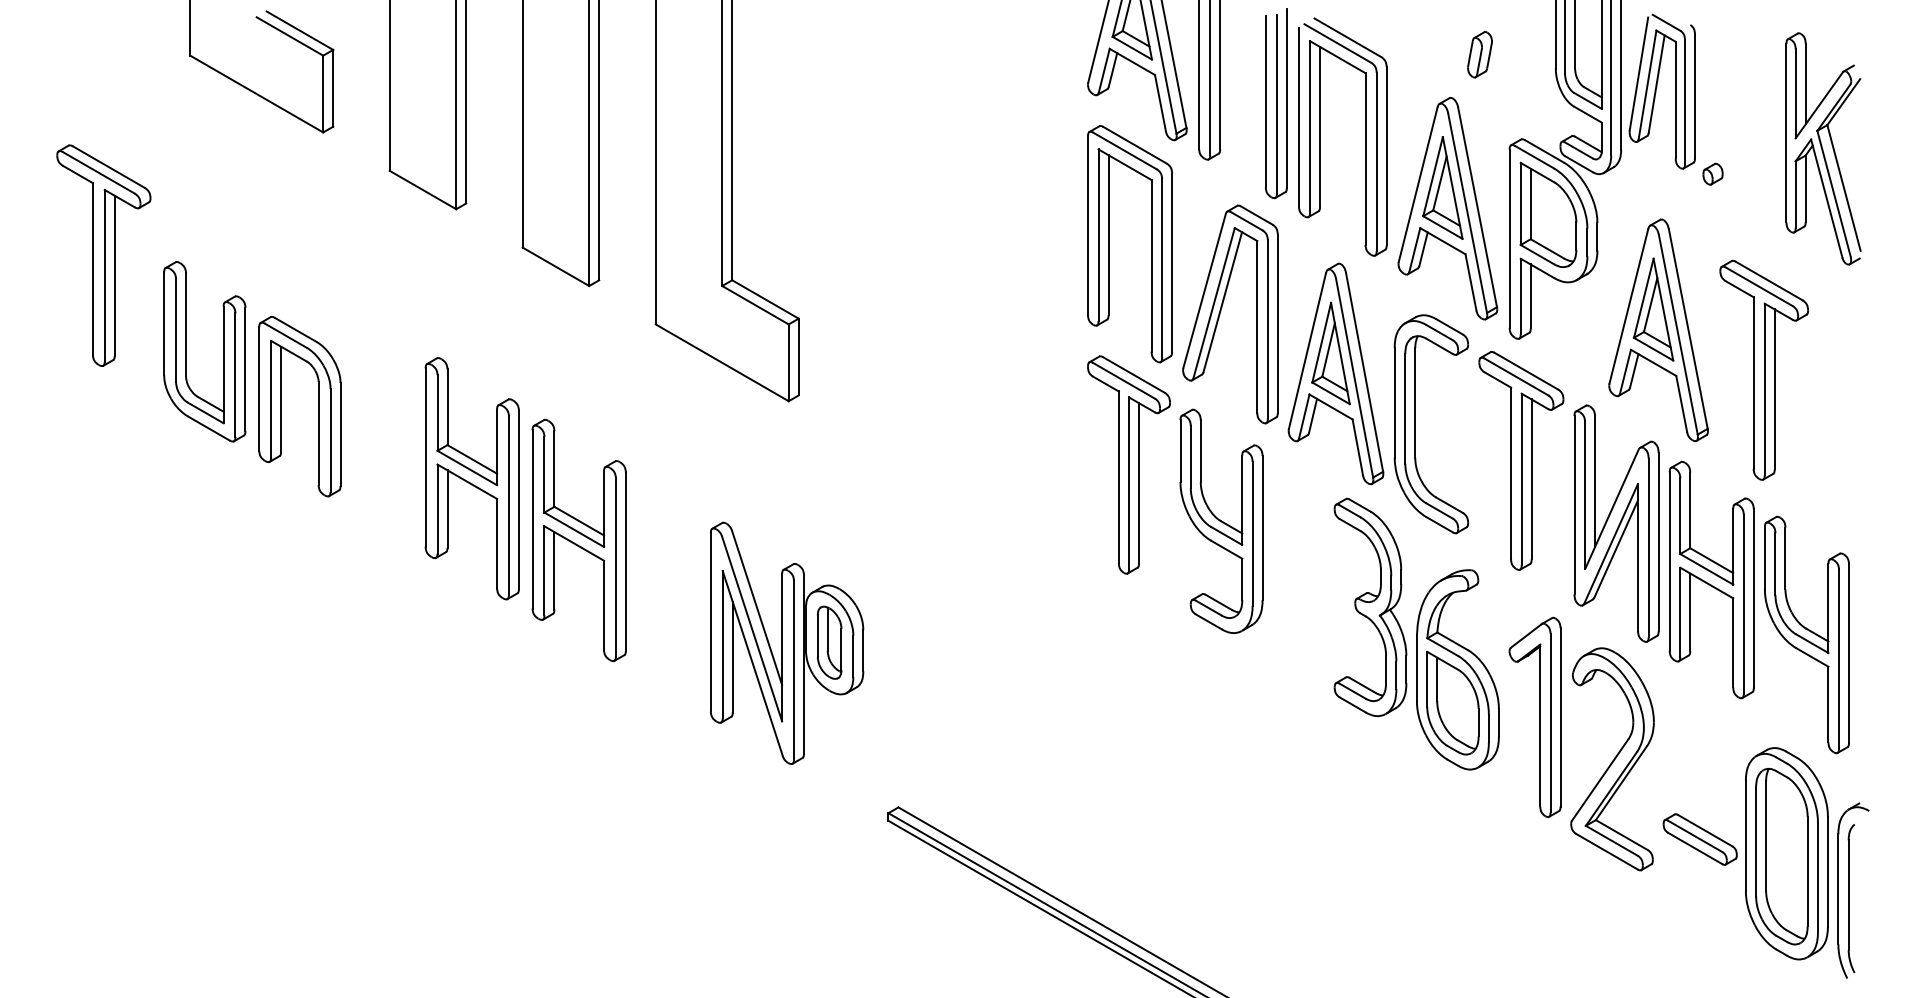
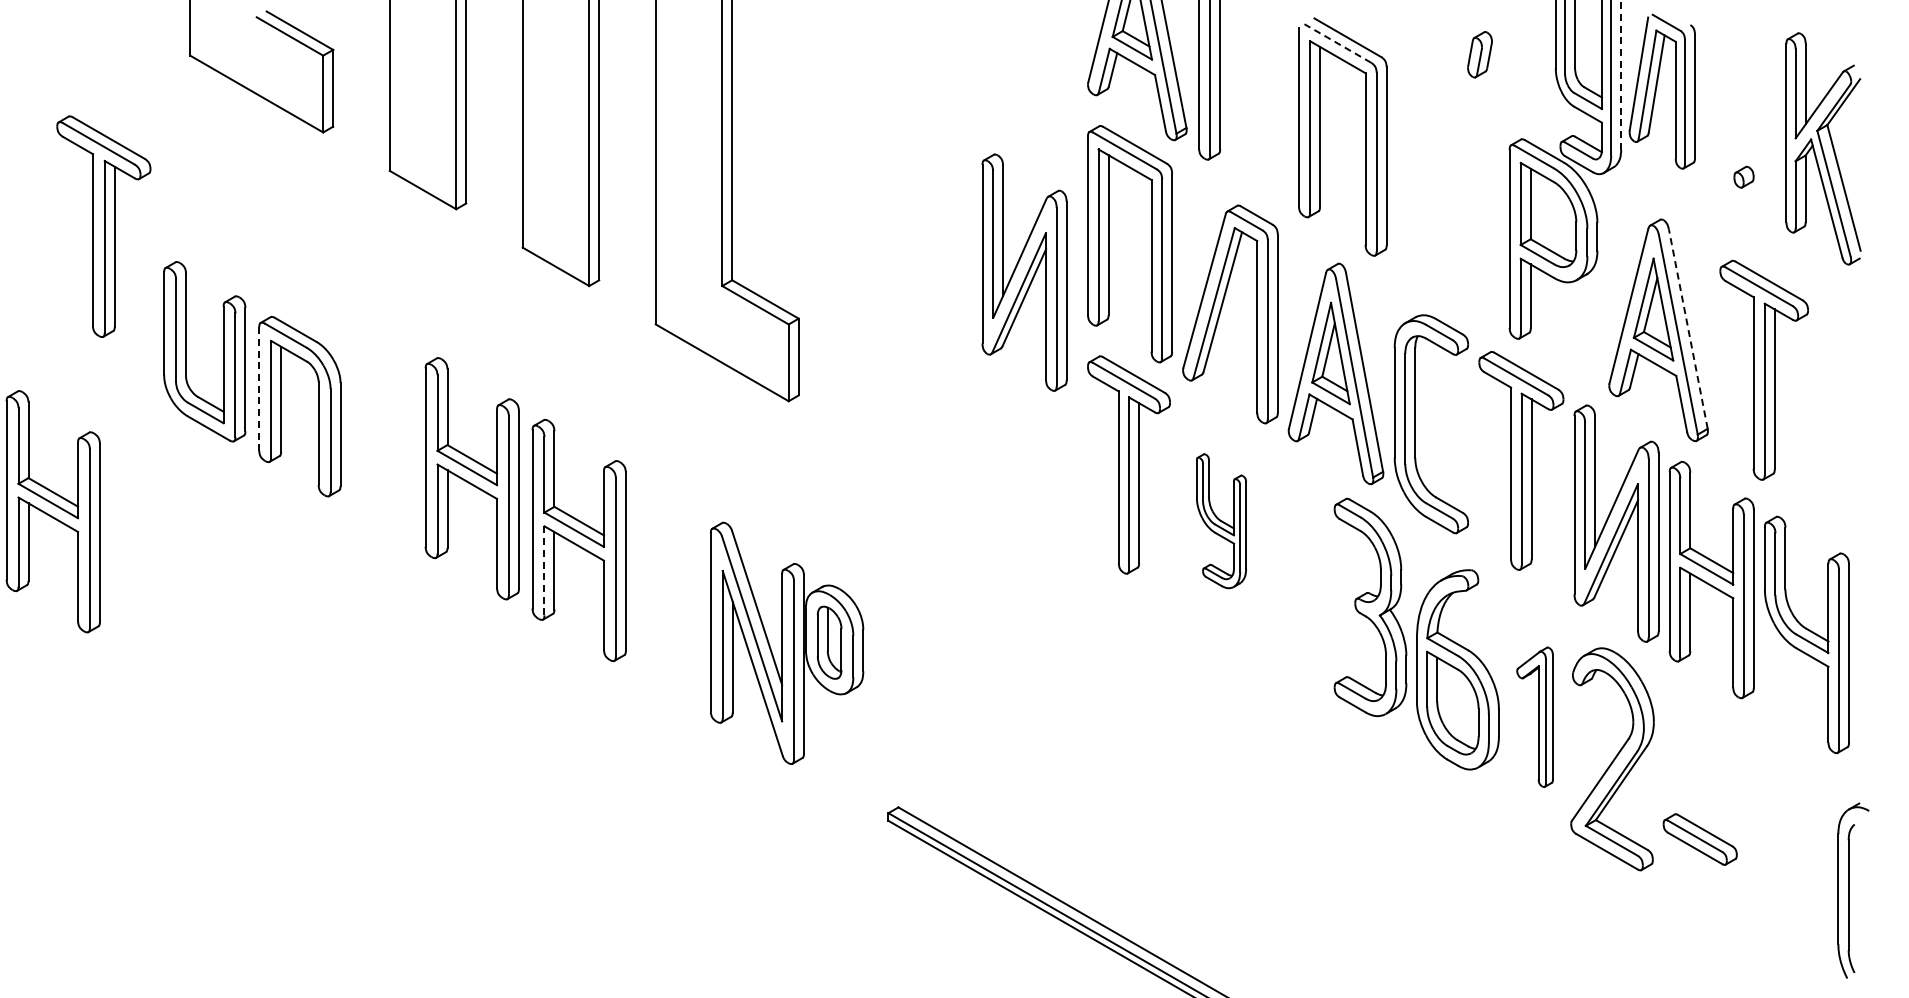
line at (1337, 43): solid -> dashed
line at (1621, 74): solid -> dashed
part at (1276, 103): present -> none
part at (1712, 173) position: (1712, 173) -> (1743, 176)
part at (1447, 208): present -> none
part at (103, 255) position: (103, 255) -> (103, 226)
part at (1024, 272): none -> present
line at (1688, 329): solid -> dashed
line at (259, 388): solid -> dashed
part at (52, 511): none -> present
part at (1221, 520) size: 85x226 px -> 51x137 px
line at (544, 570): solid -> dashed
part at (1534, 716) size: 54x202 px -> 38x142 px
part at (1786, 853): present -> none
